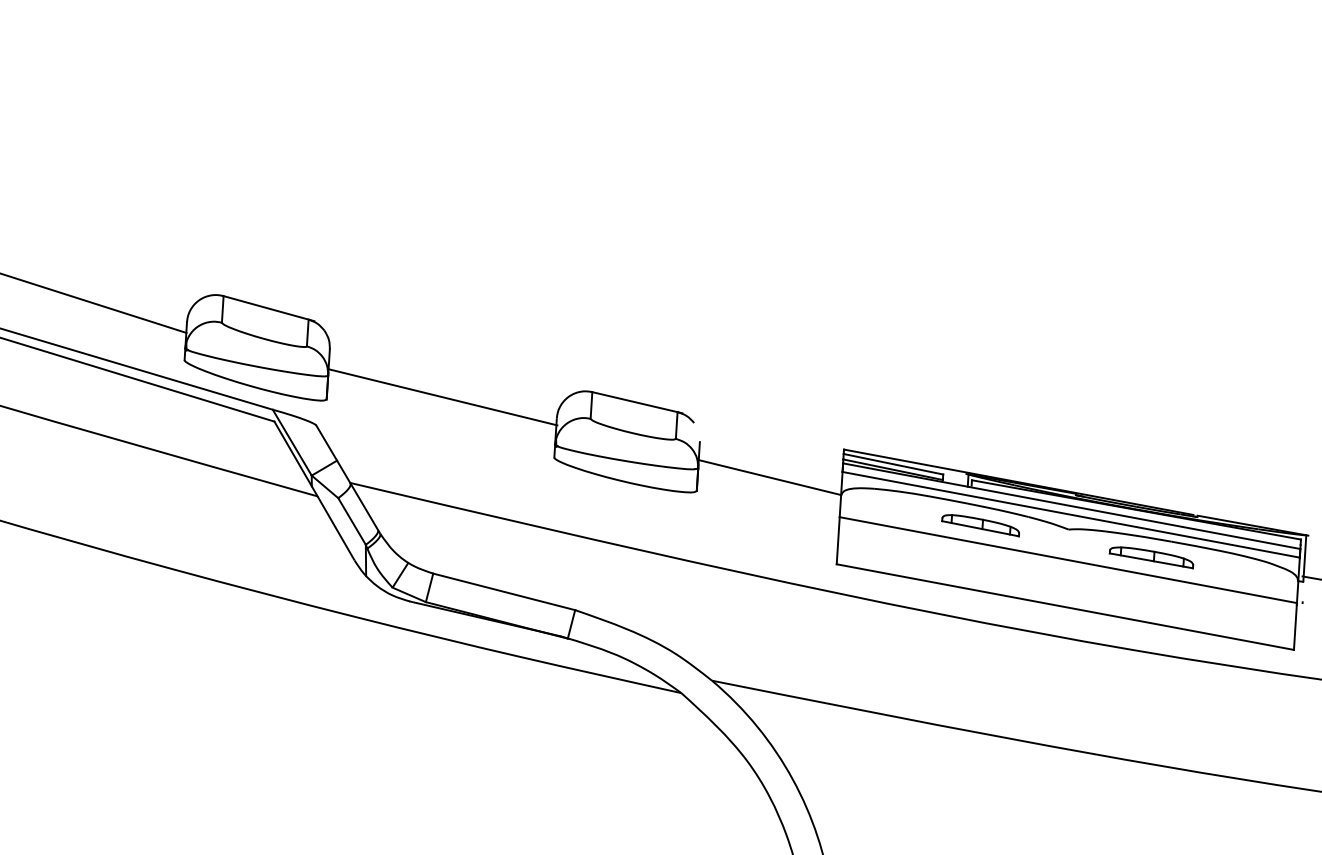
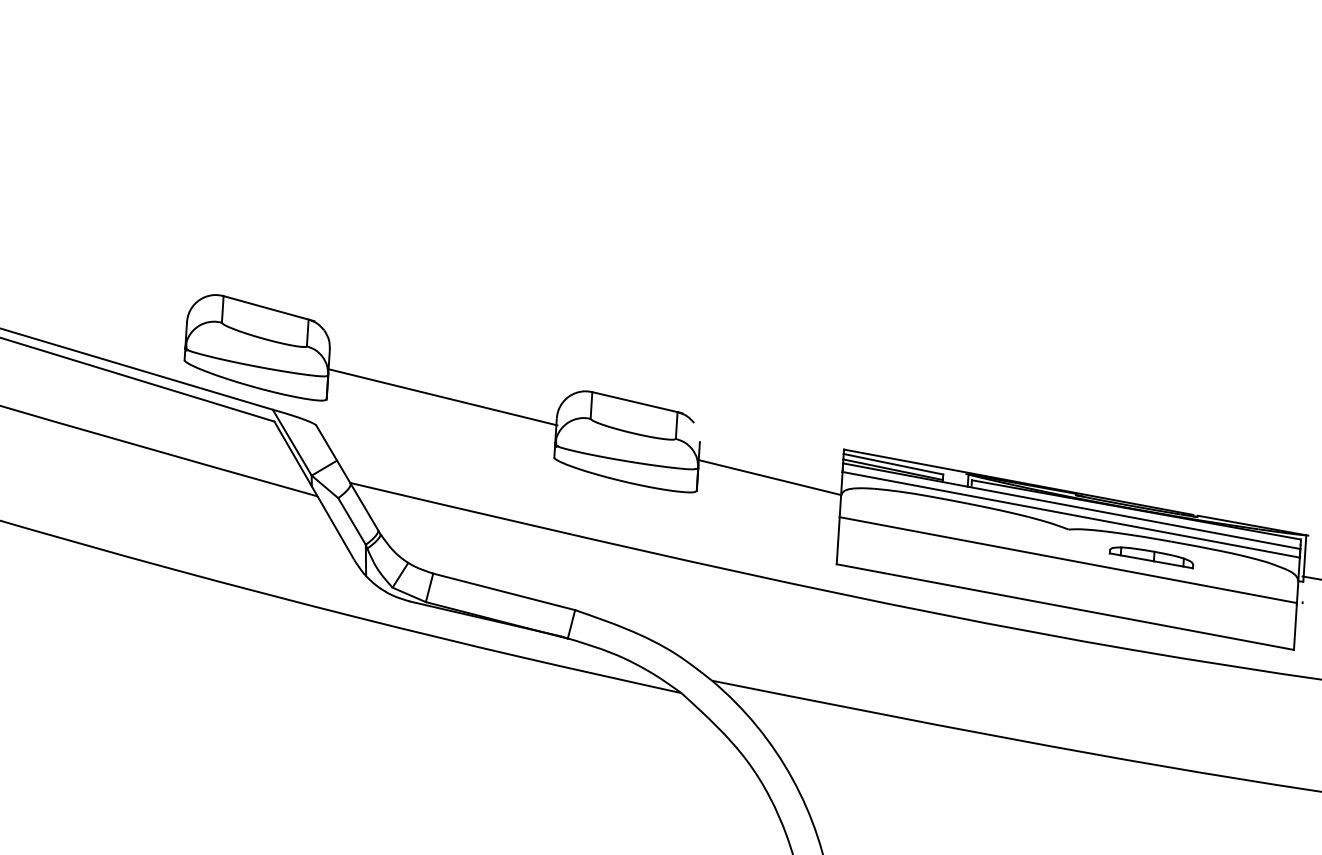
line at (94, 303): present -> none
part at (980, 525): present -> none
